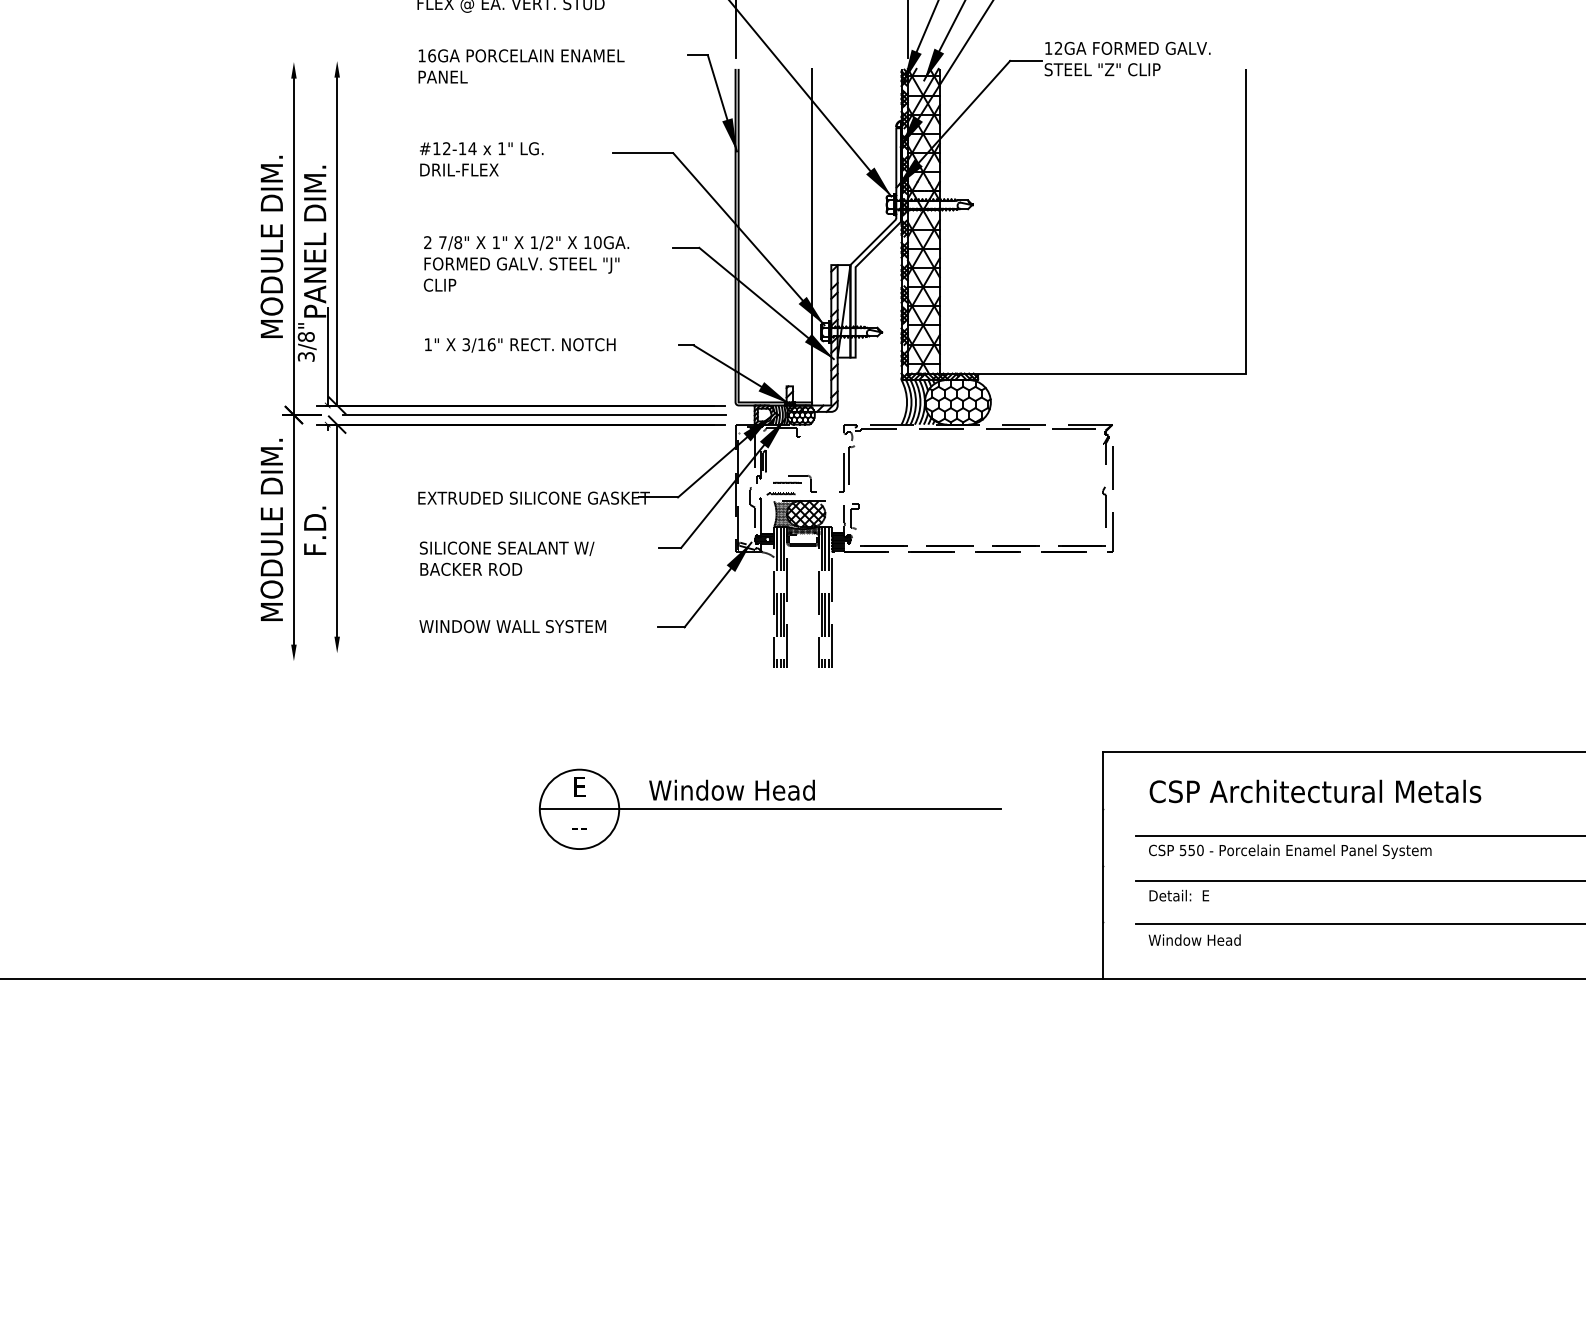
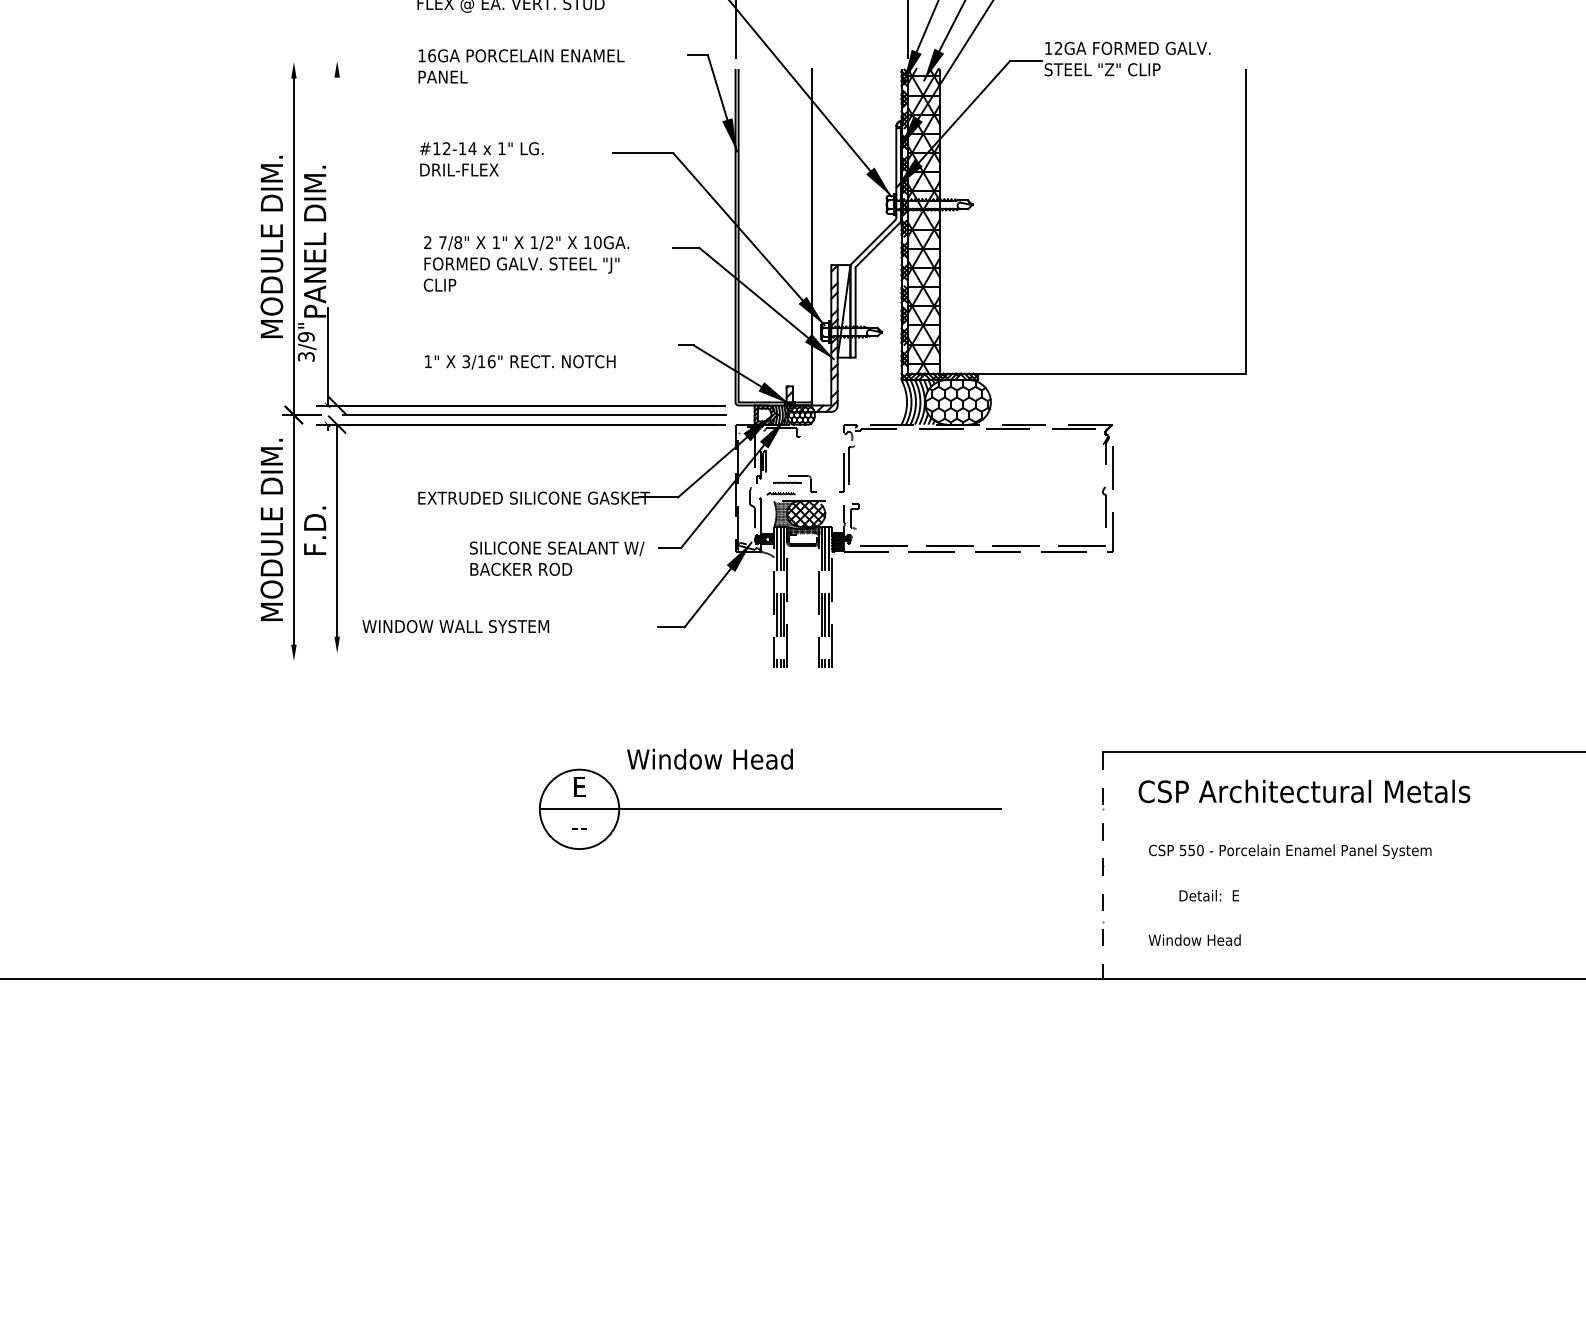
line at (337, 241): present -> none
text at (306, 337): 3/8" -> 3/9"
text at (520, 345) position: (520, 345) -> (520, 362)
text at (507, 558) position: (507, 558) -> (557, 558)
text at (512, 626) position: (512, 626) -> (455, 626)
text at (731, 789) position: (731, 789) -> (709, 758)
text at (1315, 791) position: (1315, 791) -> (1304, 791)
line at (1359, 835): present -> none
line at (1102, 866): solid -> dashed
line at (1359, 881): present -> none
text at (1179, 895) position: (1179, 895) -> (1209, 895)
line at (1359, 923): present -> none
